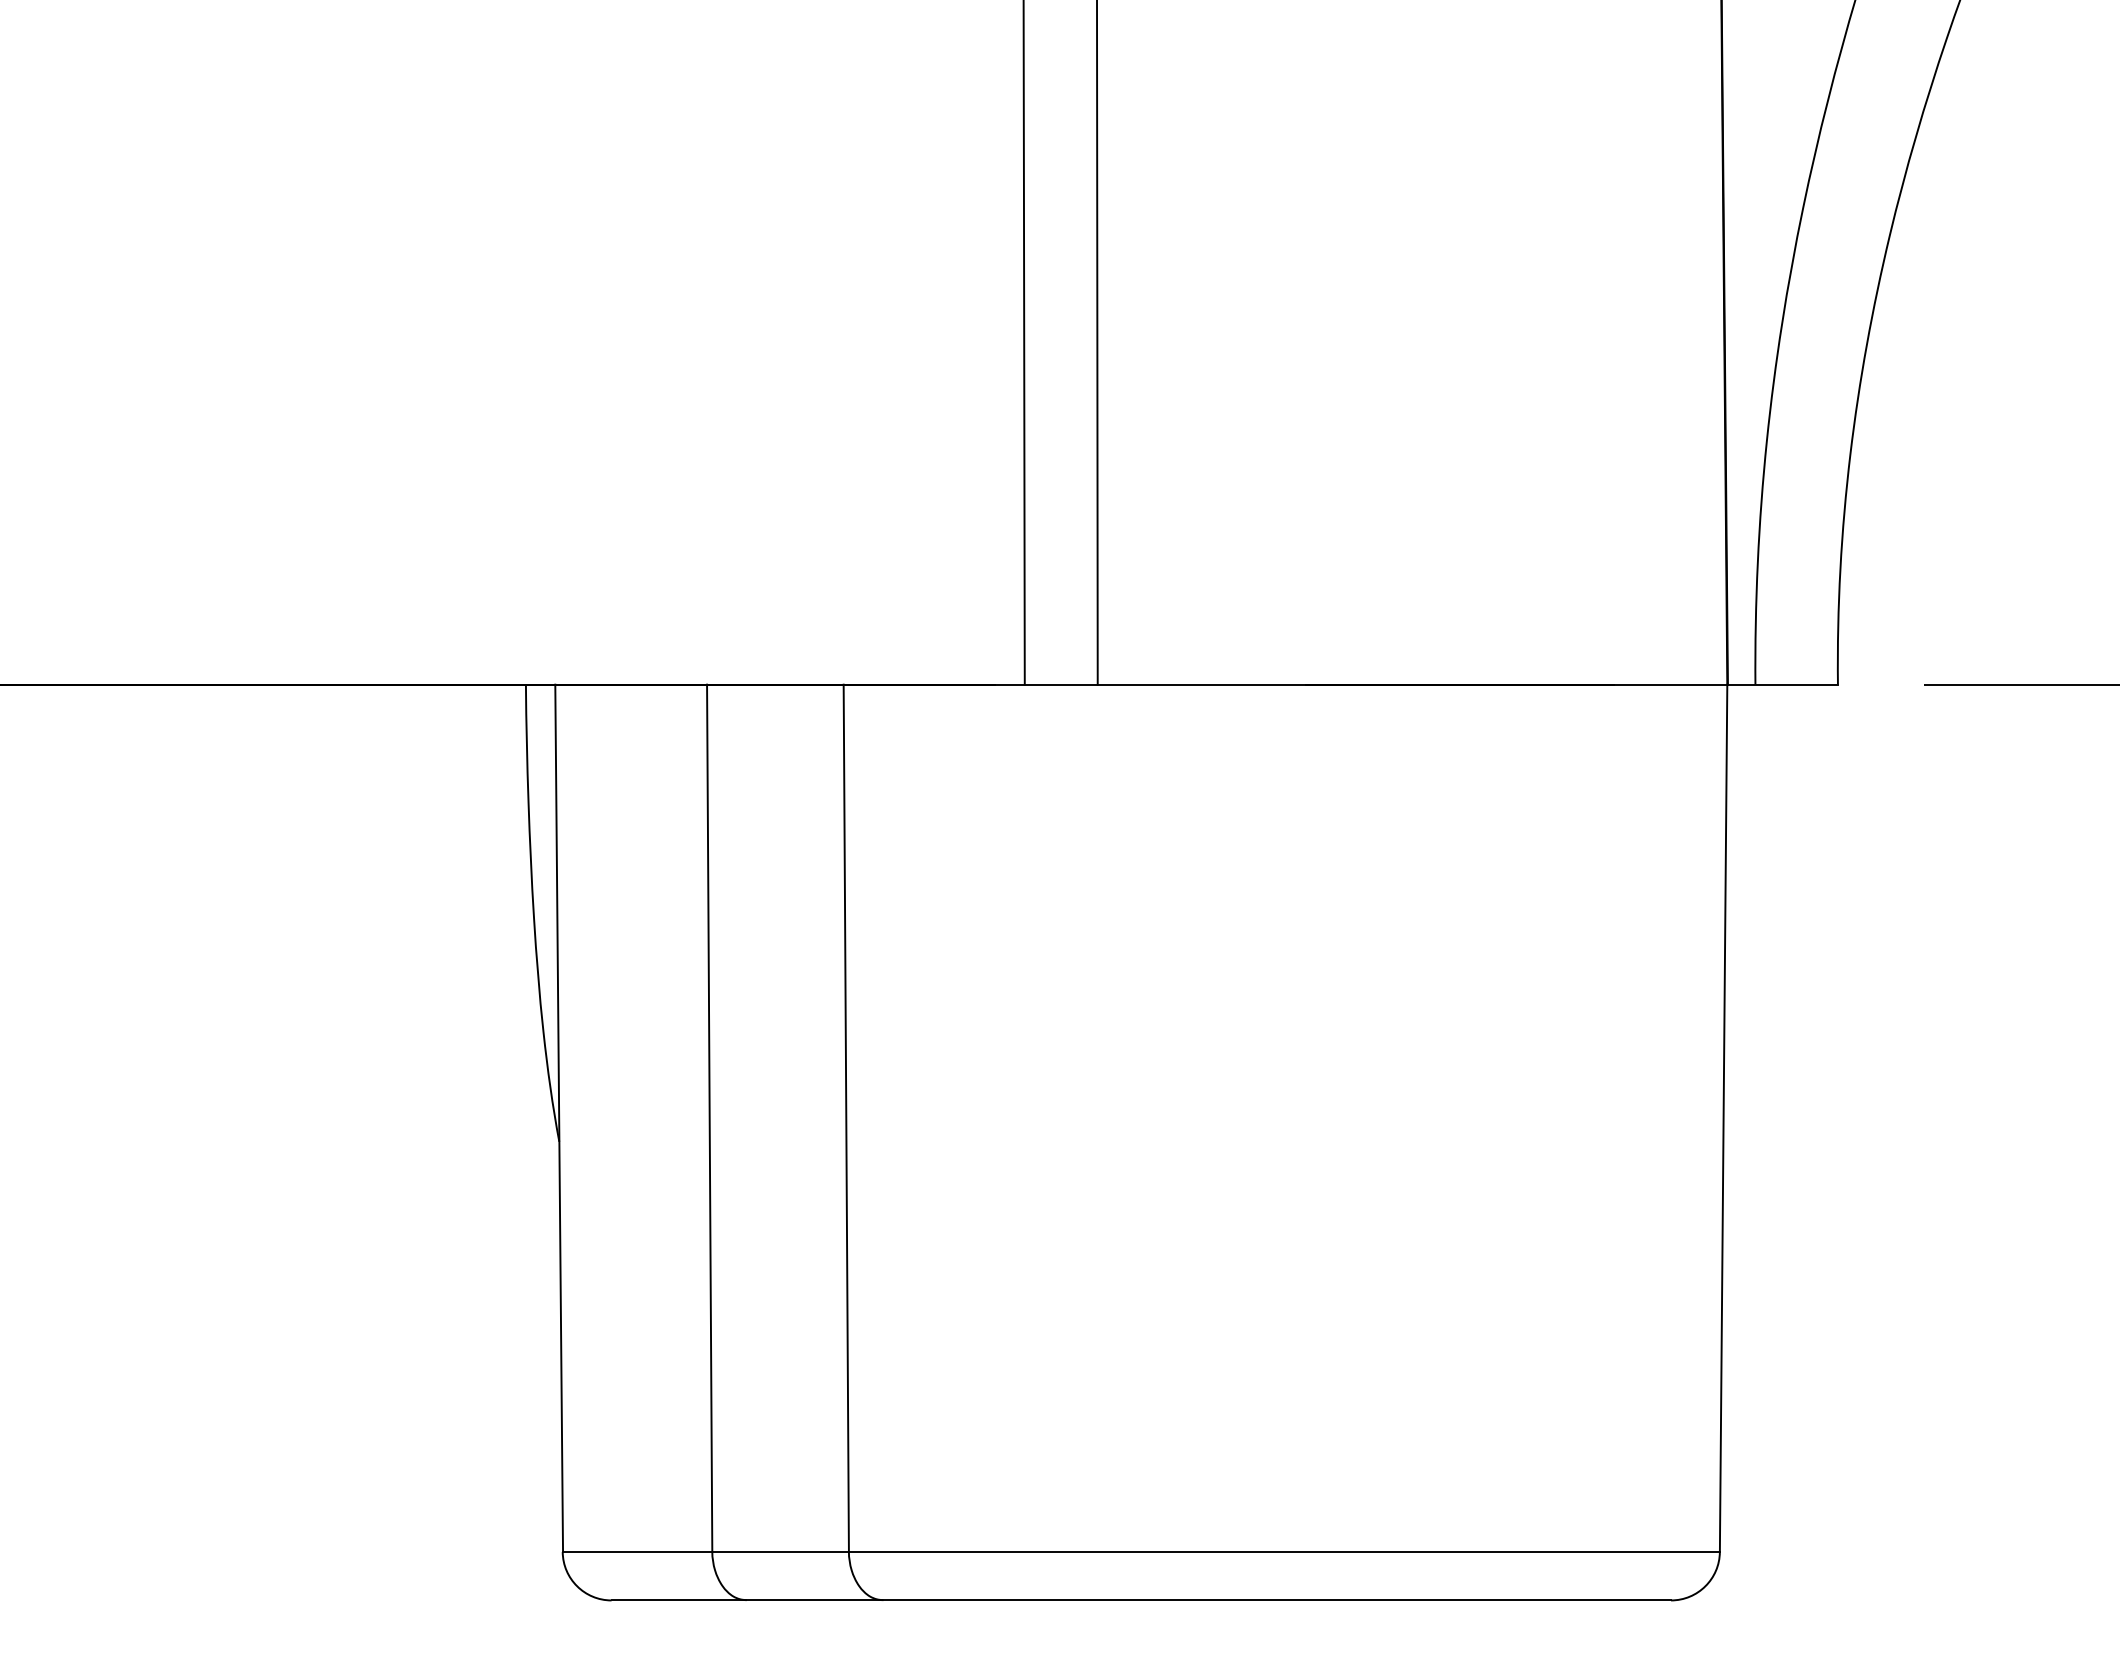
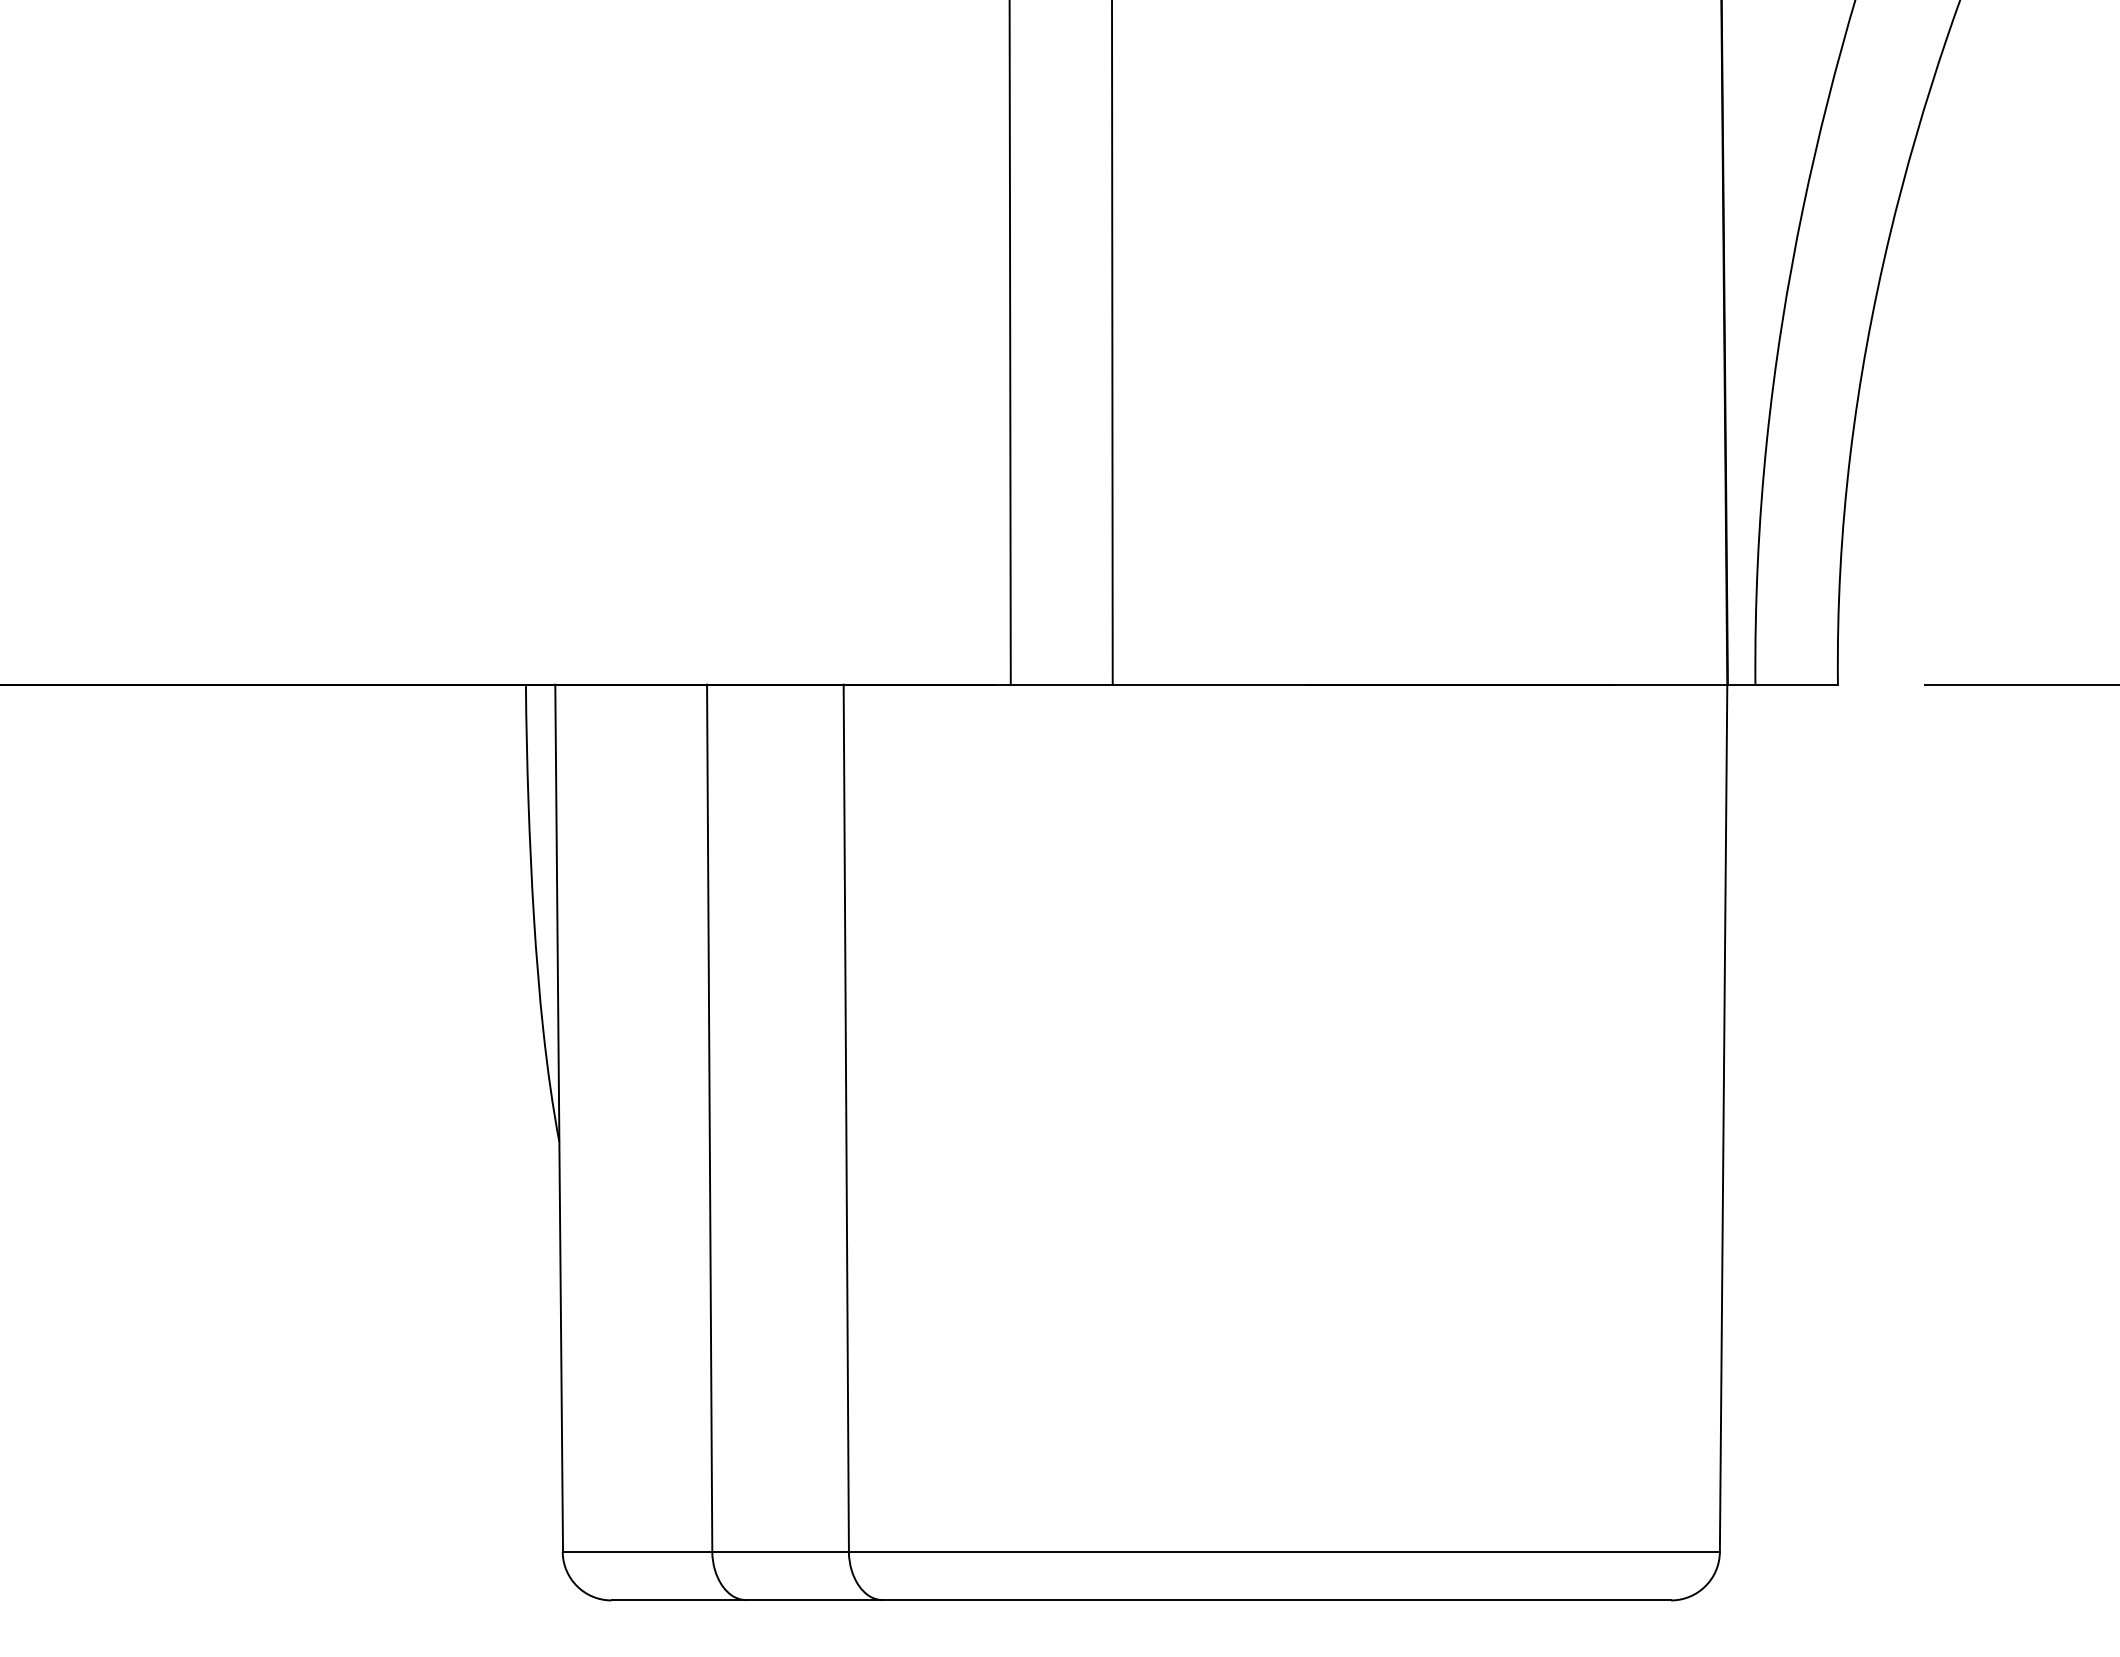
line at (1023, 343) position: (1023, 343) -> (1009, 343)
line at (1097, 343) position: (1097, 343) -> (1112, 343)
